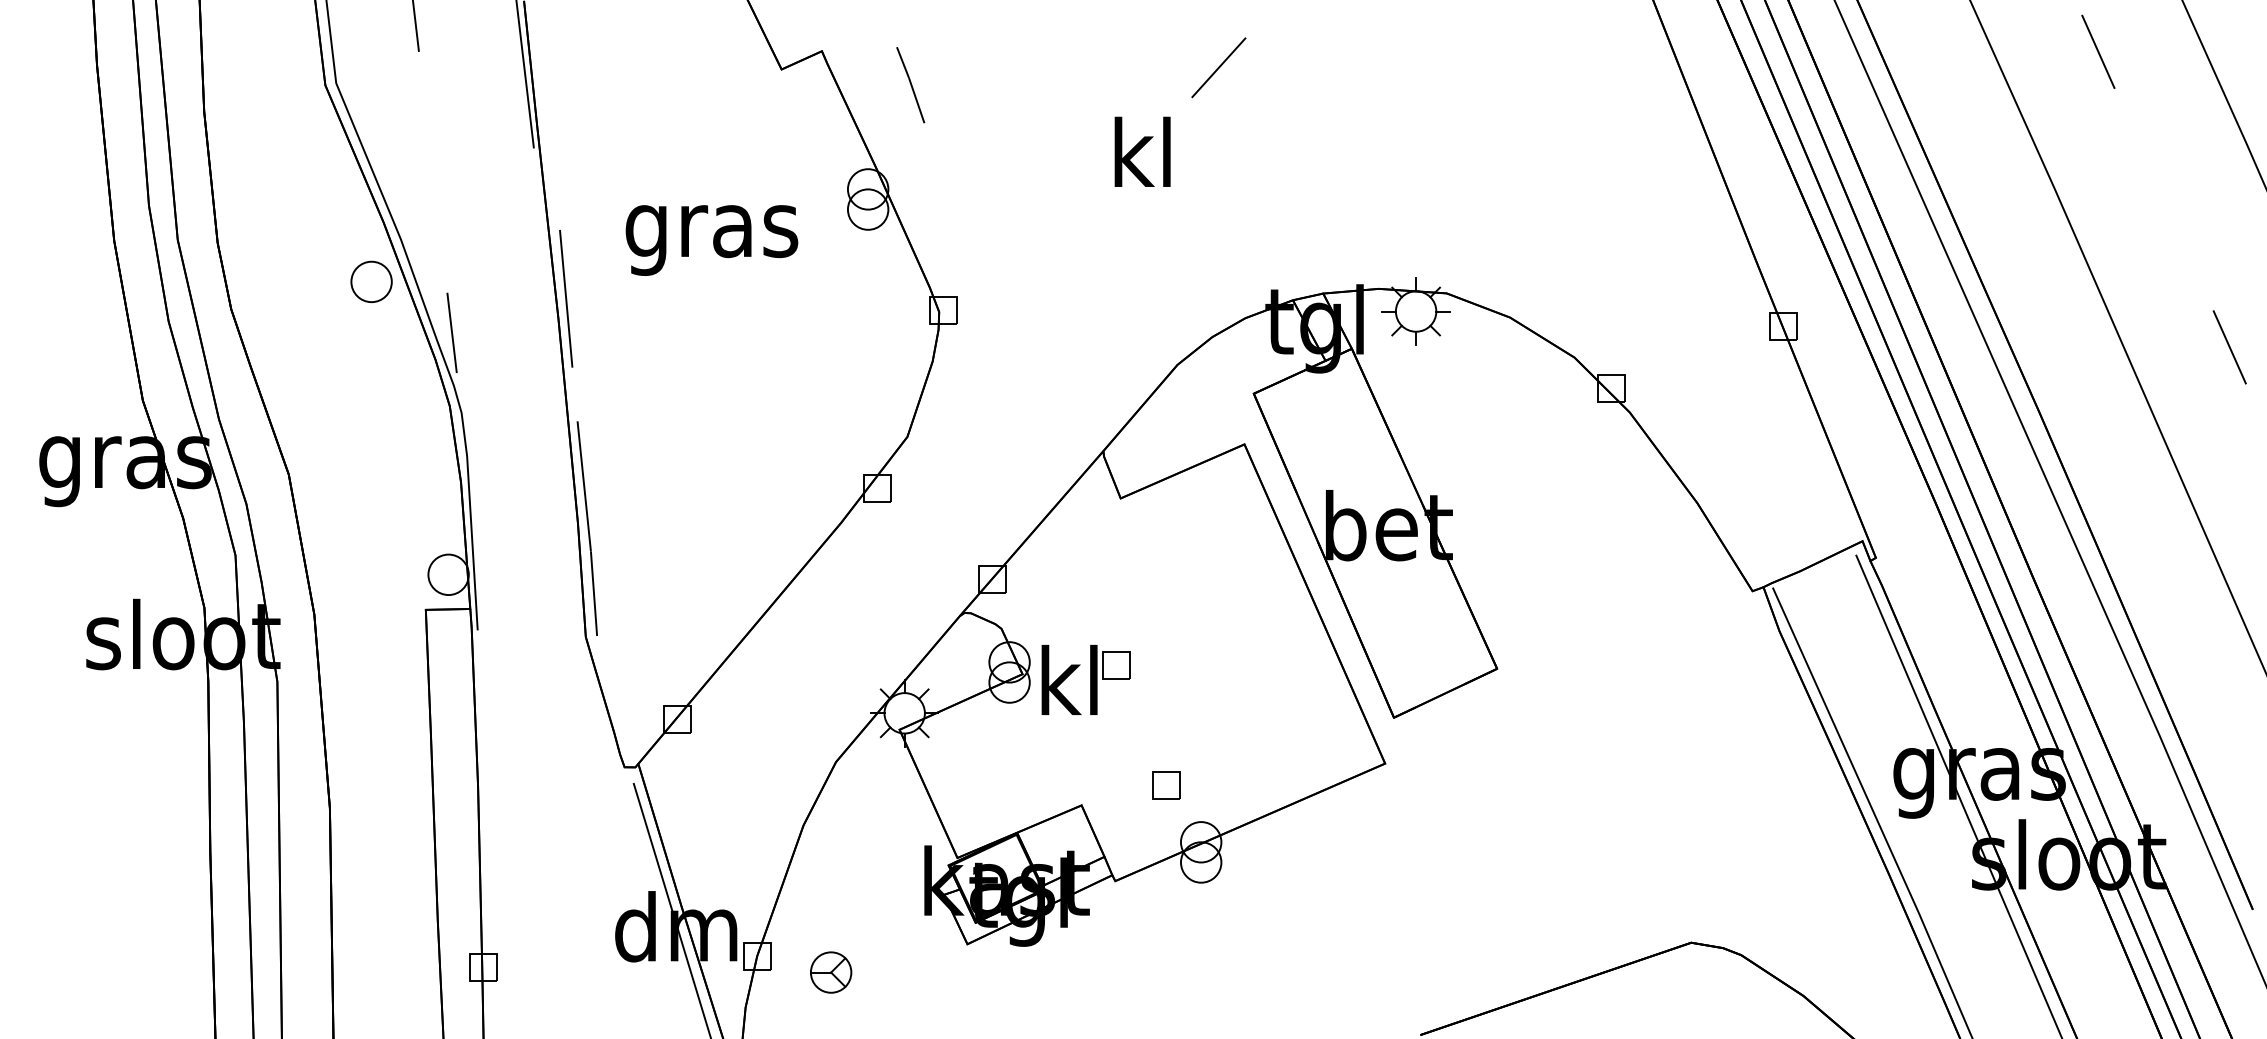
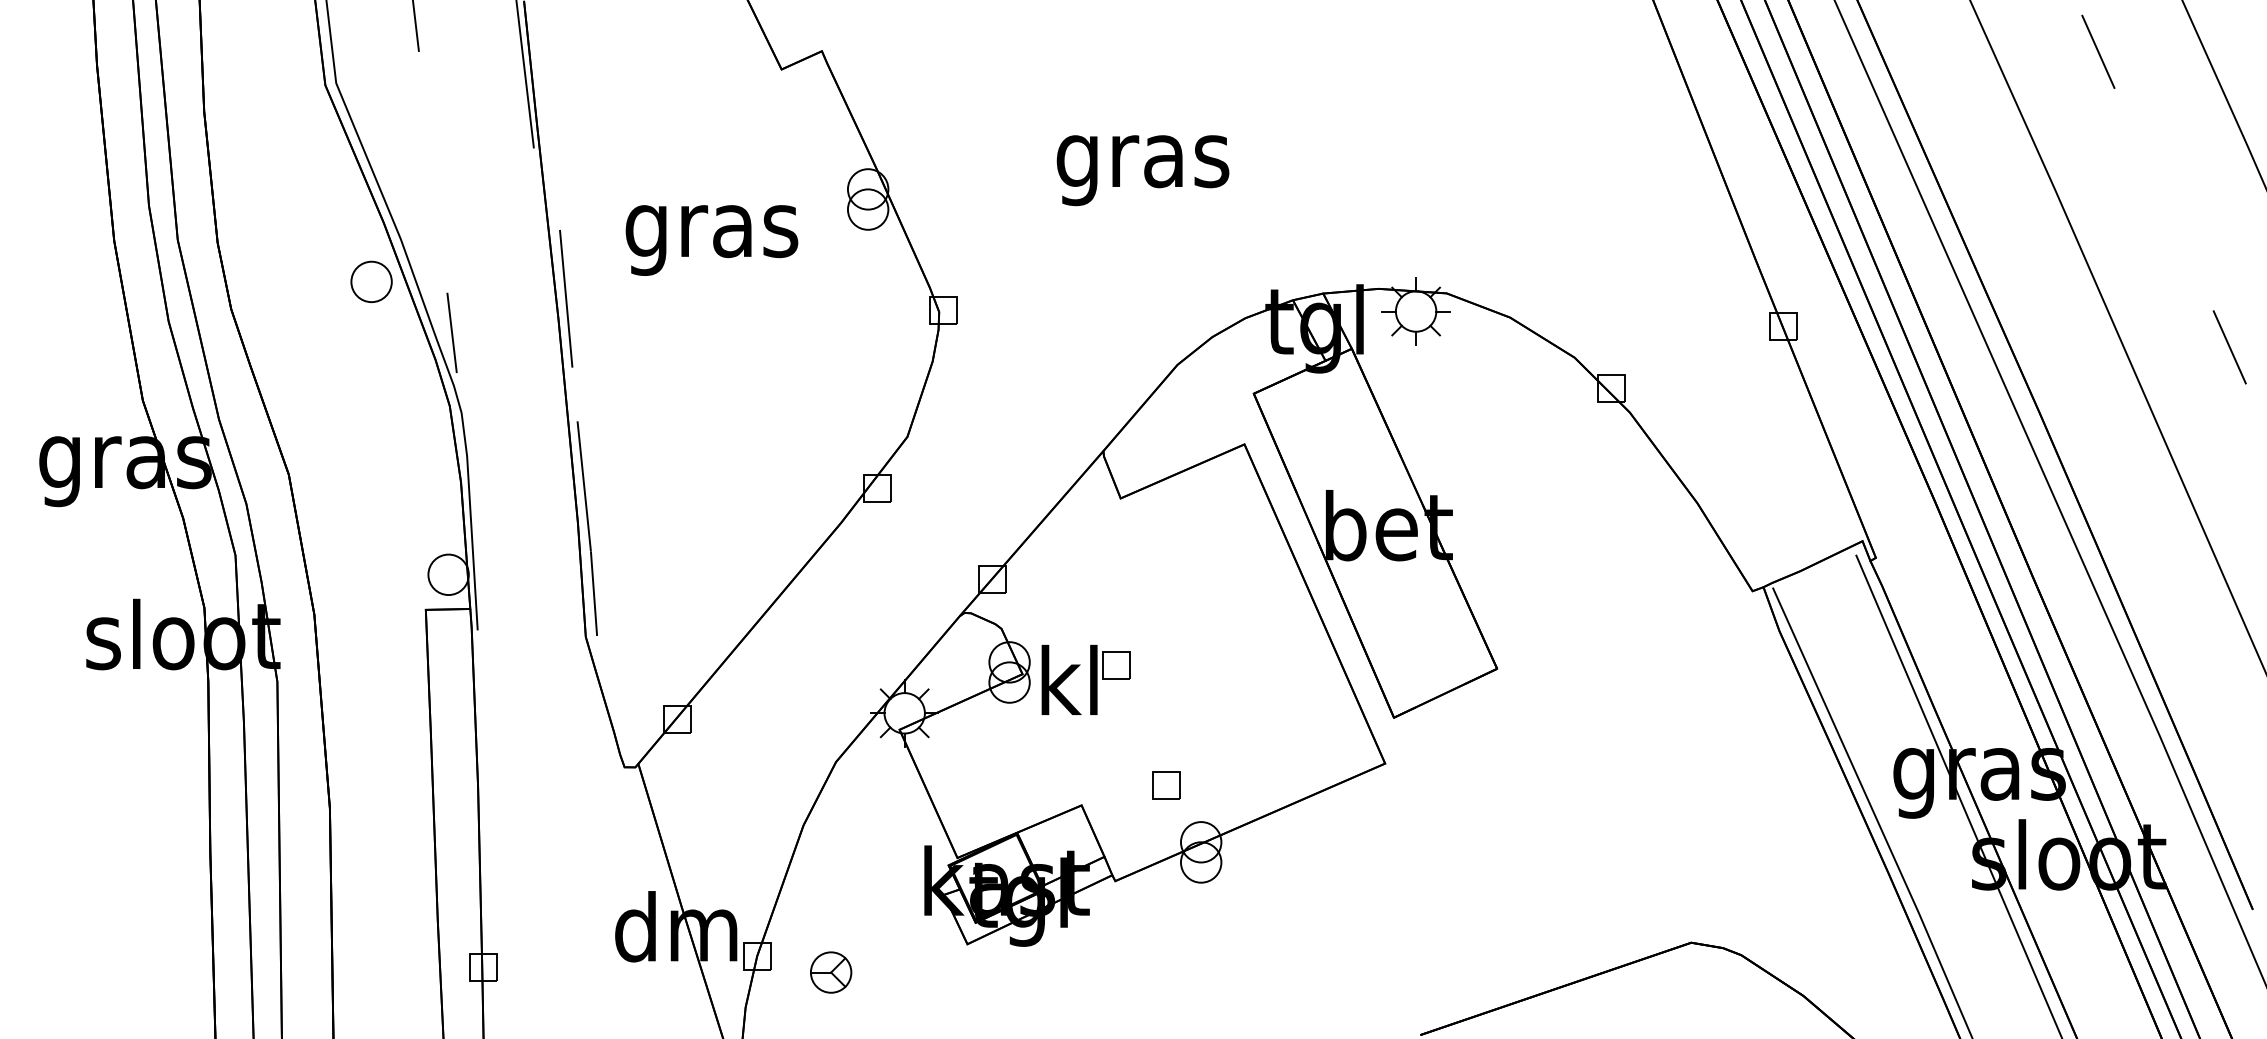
line at (1218, 67): present -> none
line at (910, 85): present -> none
text at (1142, 161): kl -> gras
line at (671, 909): present -> none
